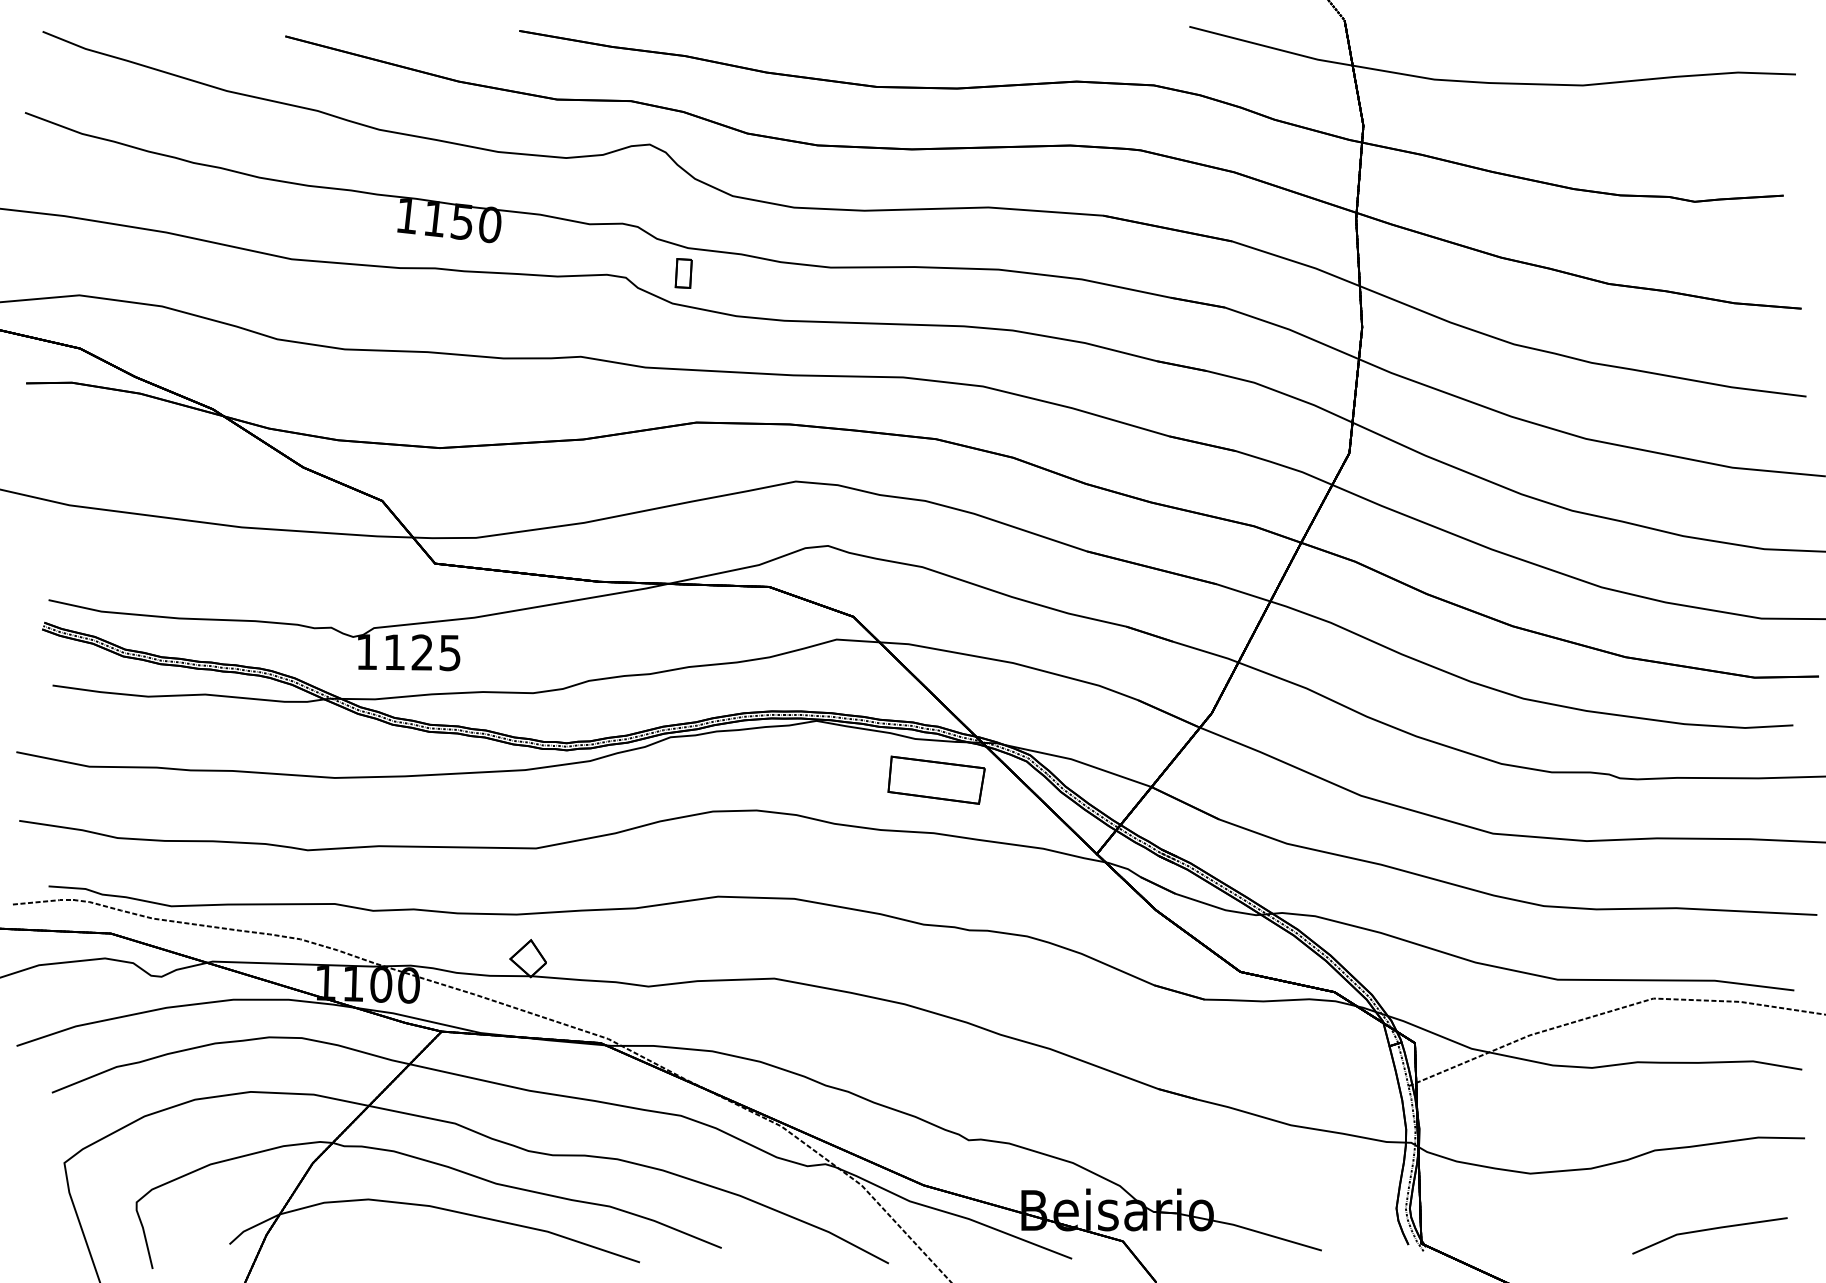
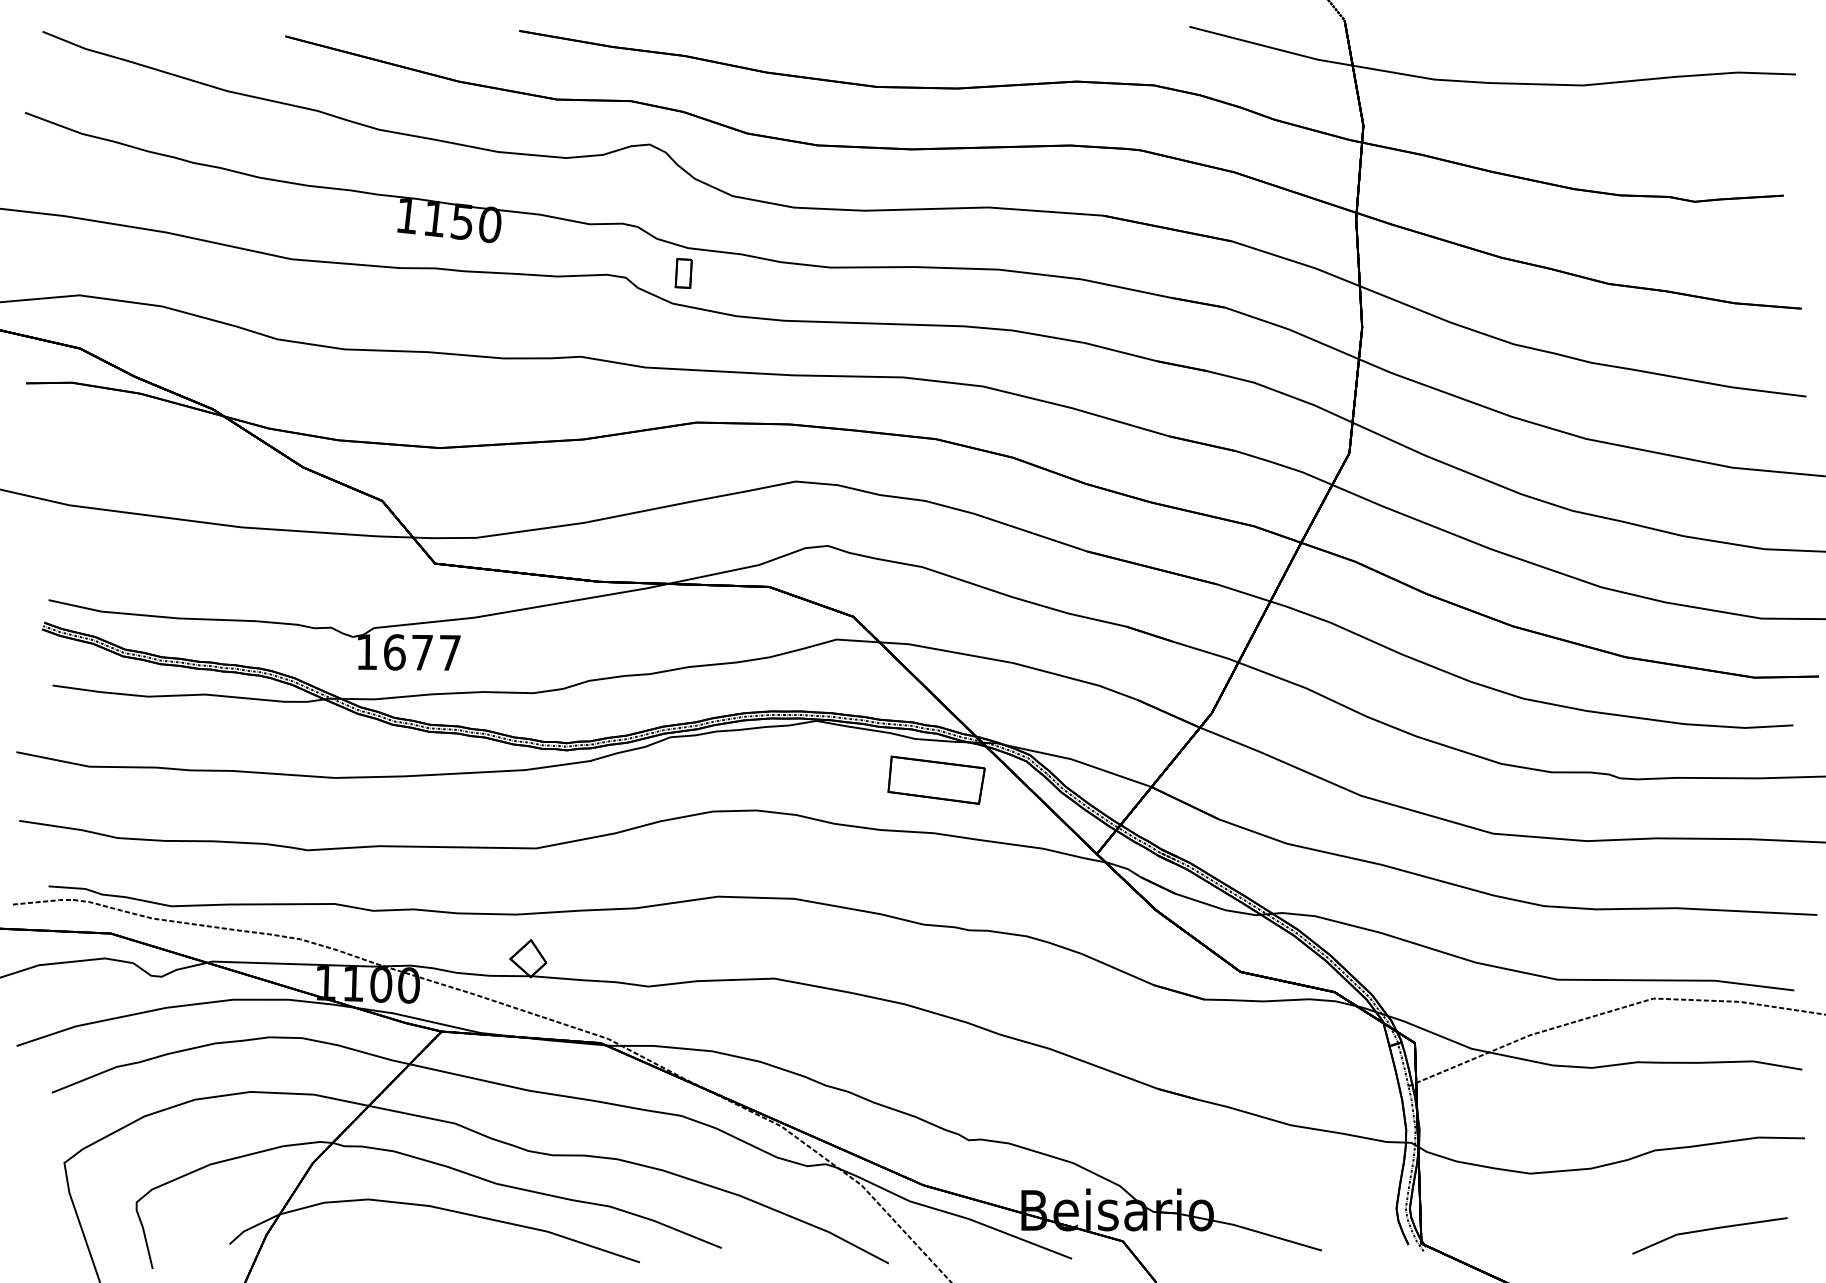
text at (422, 652): 1125 -> 1677
